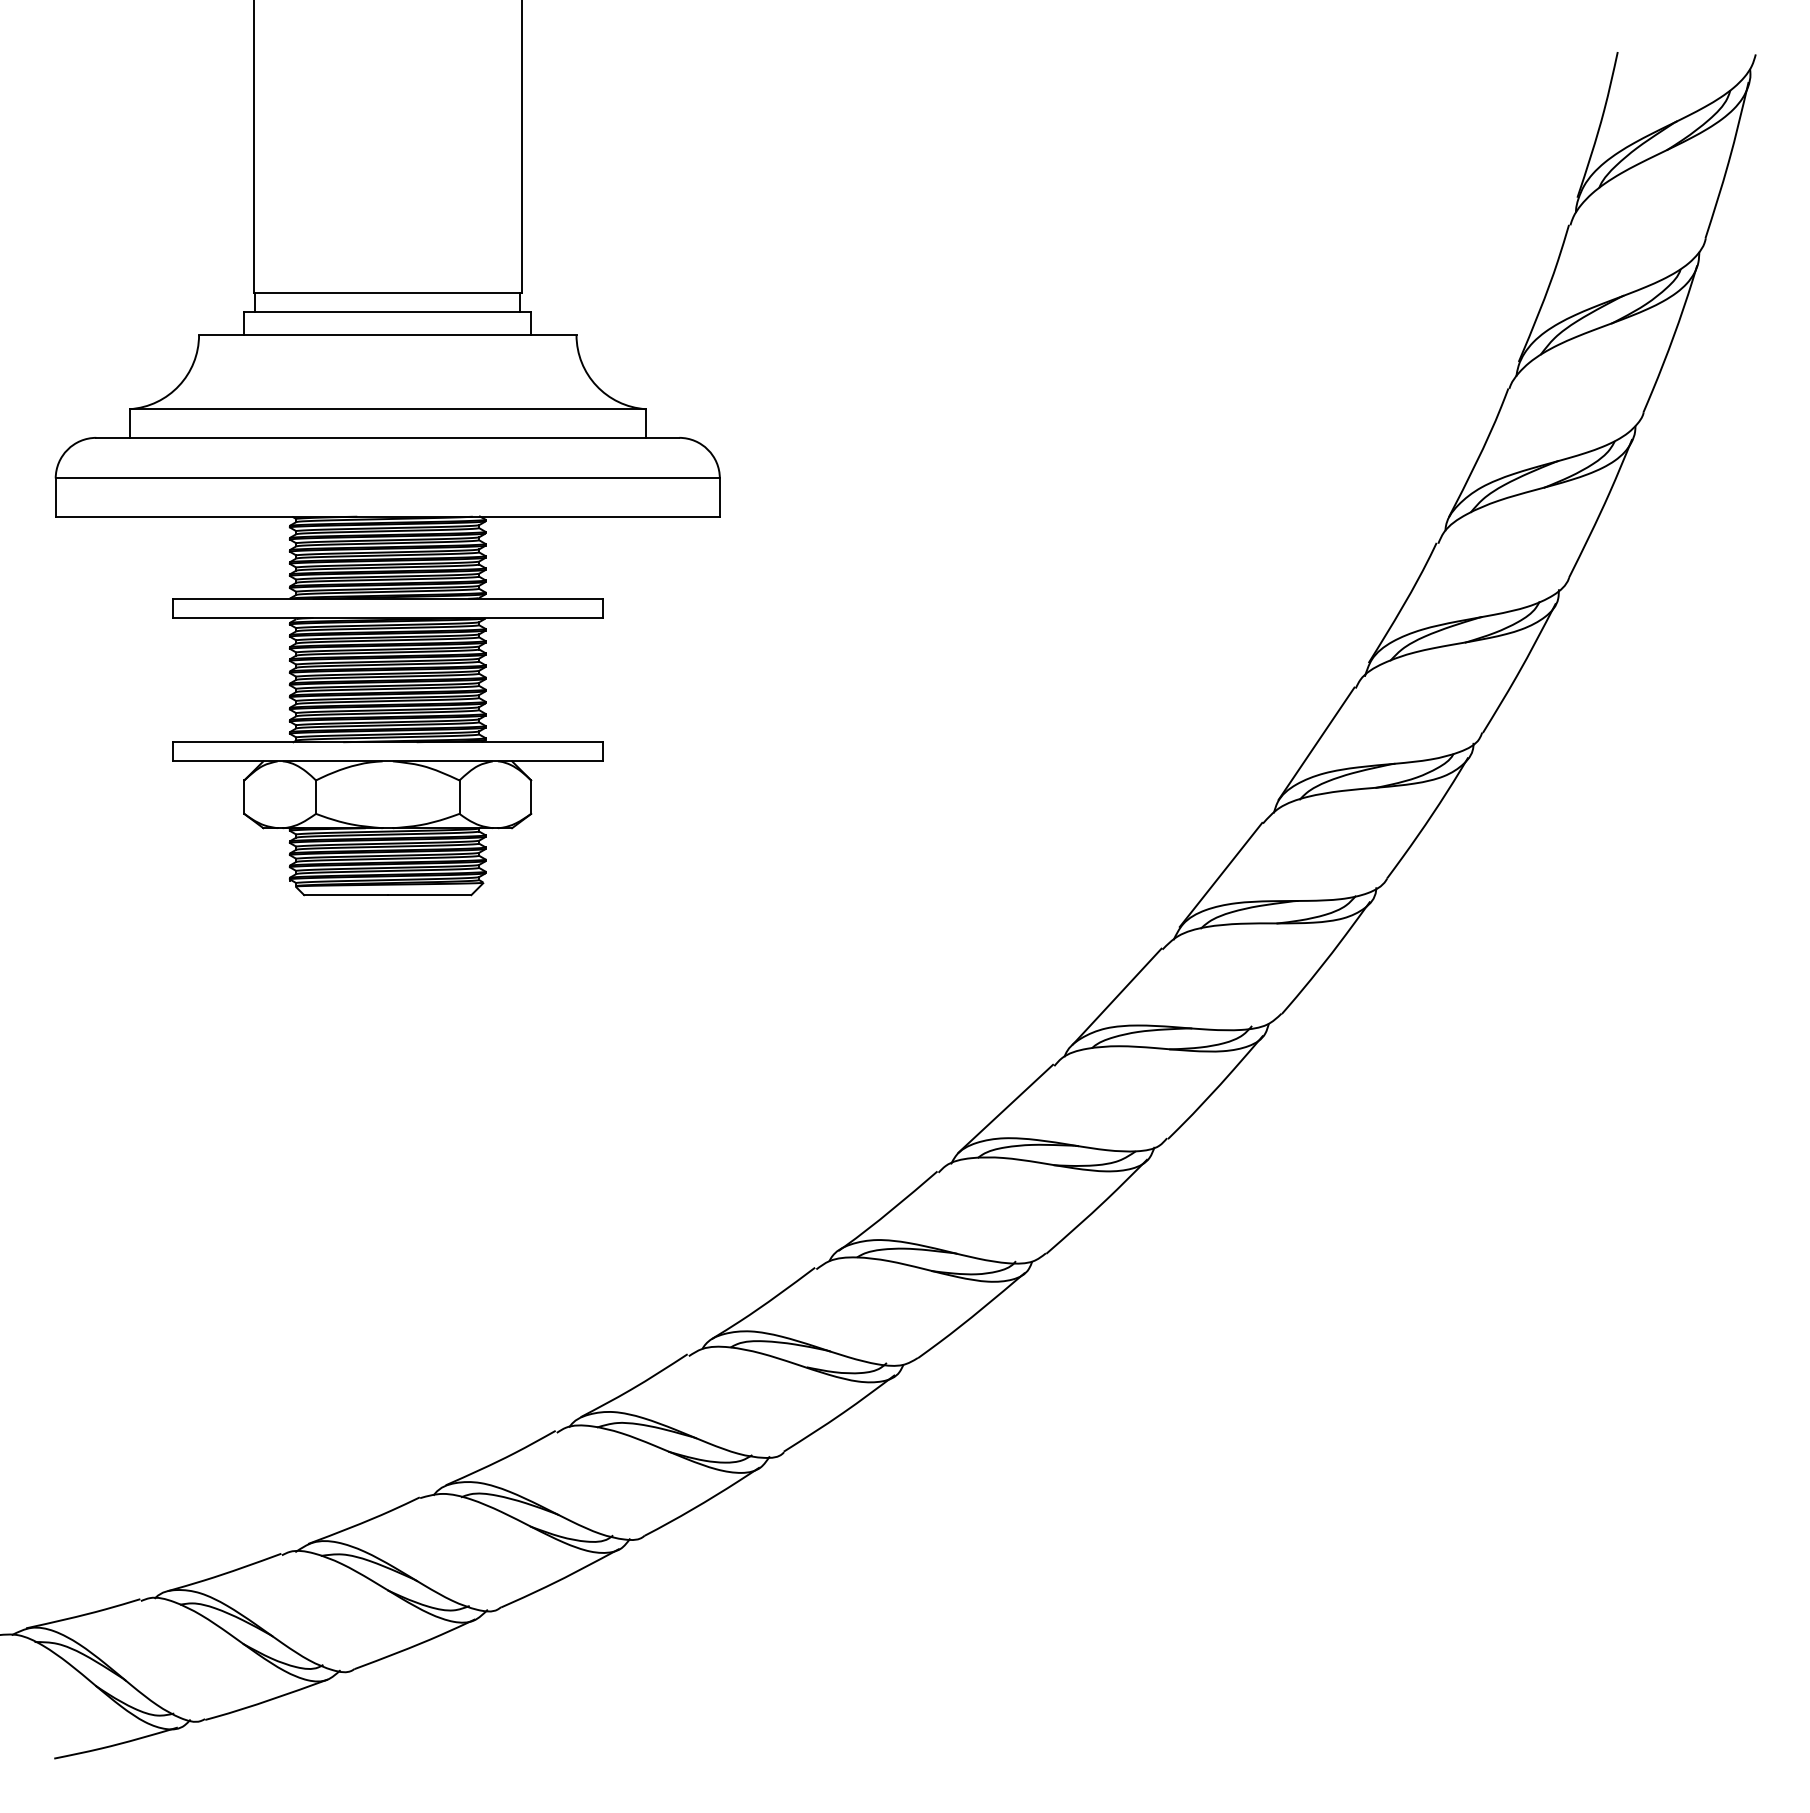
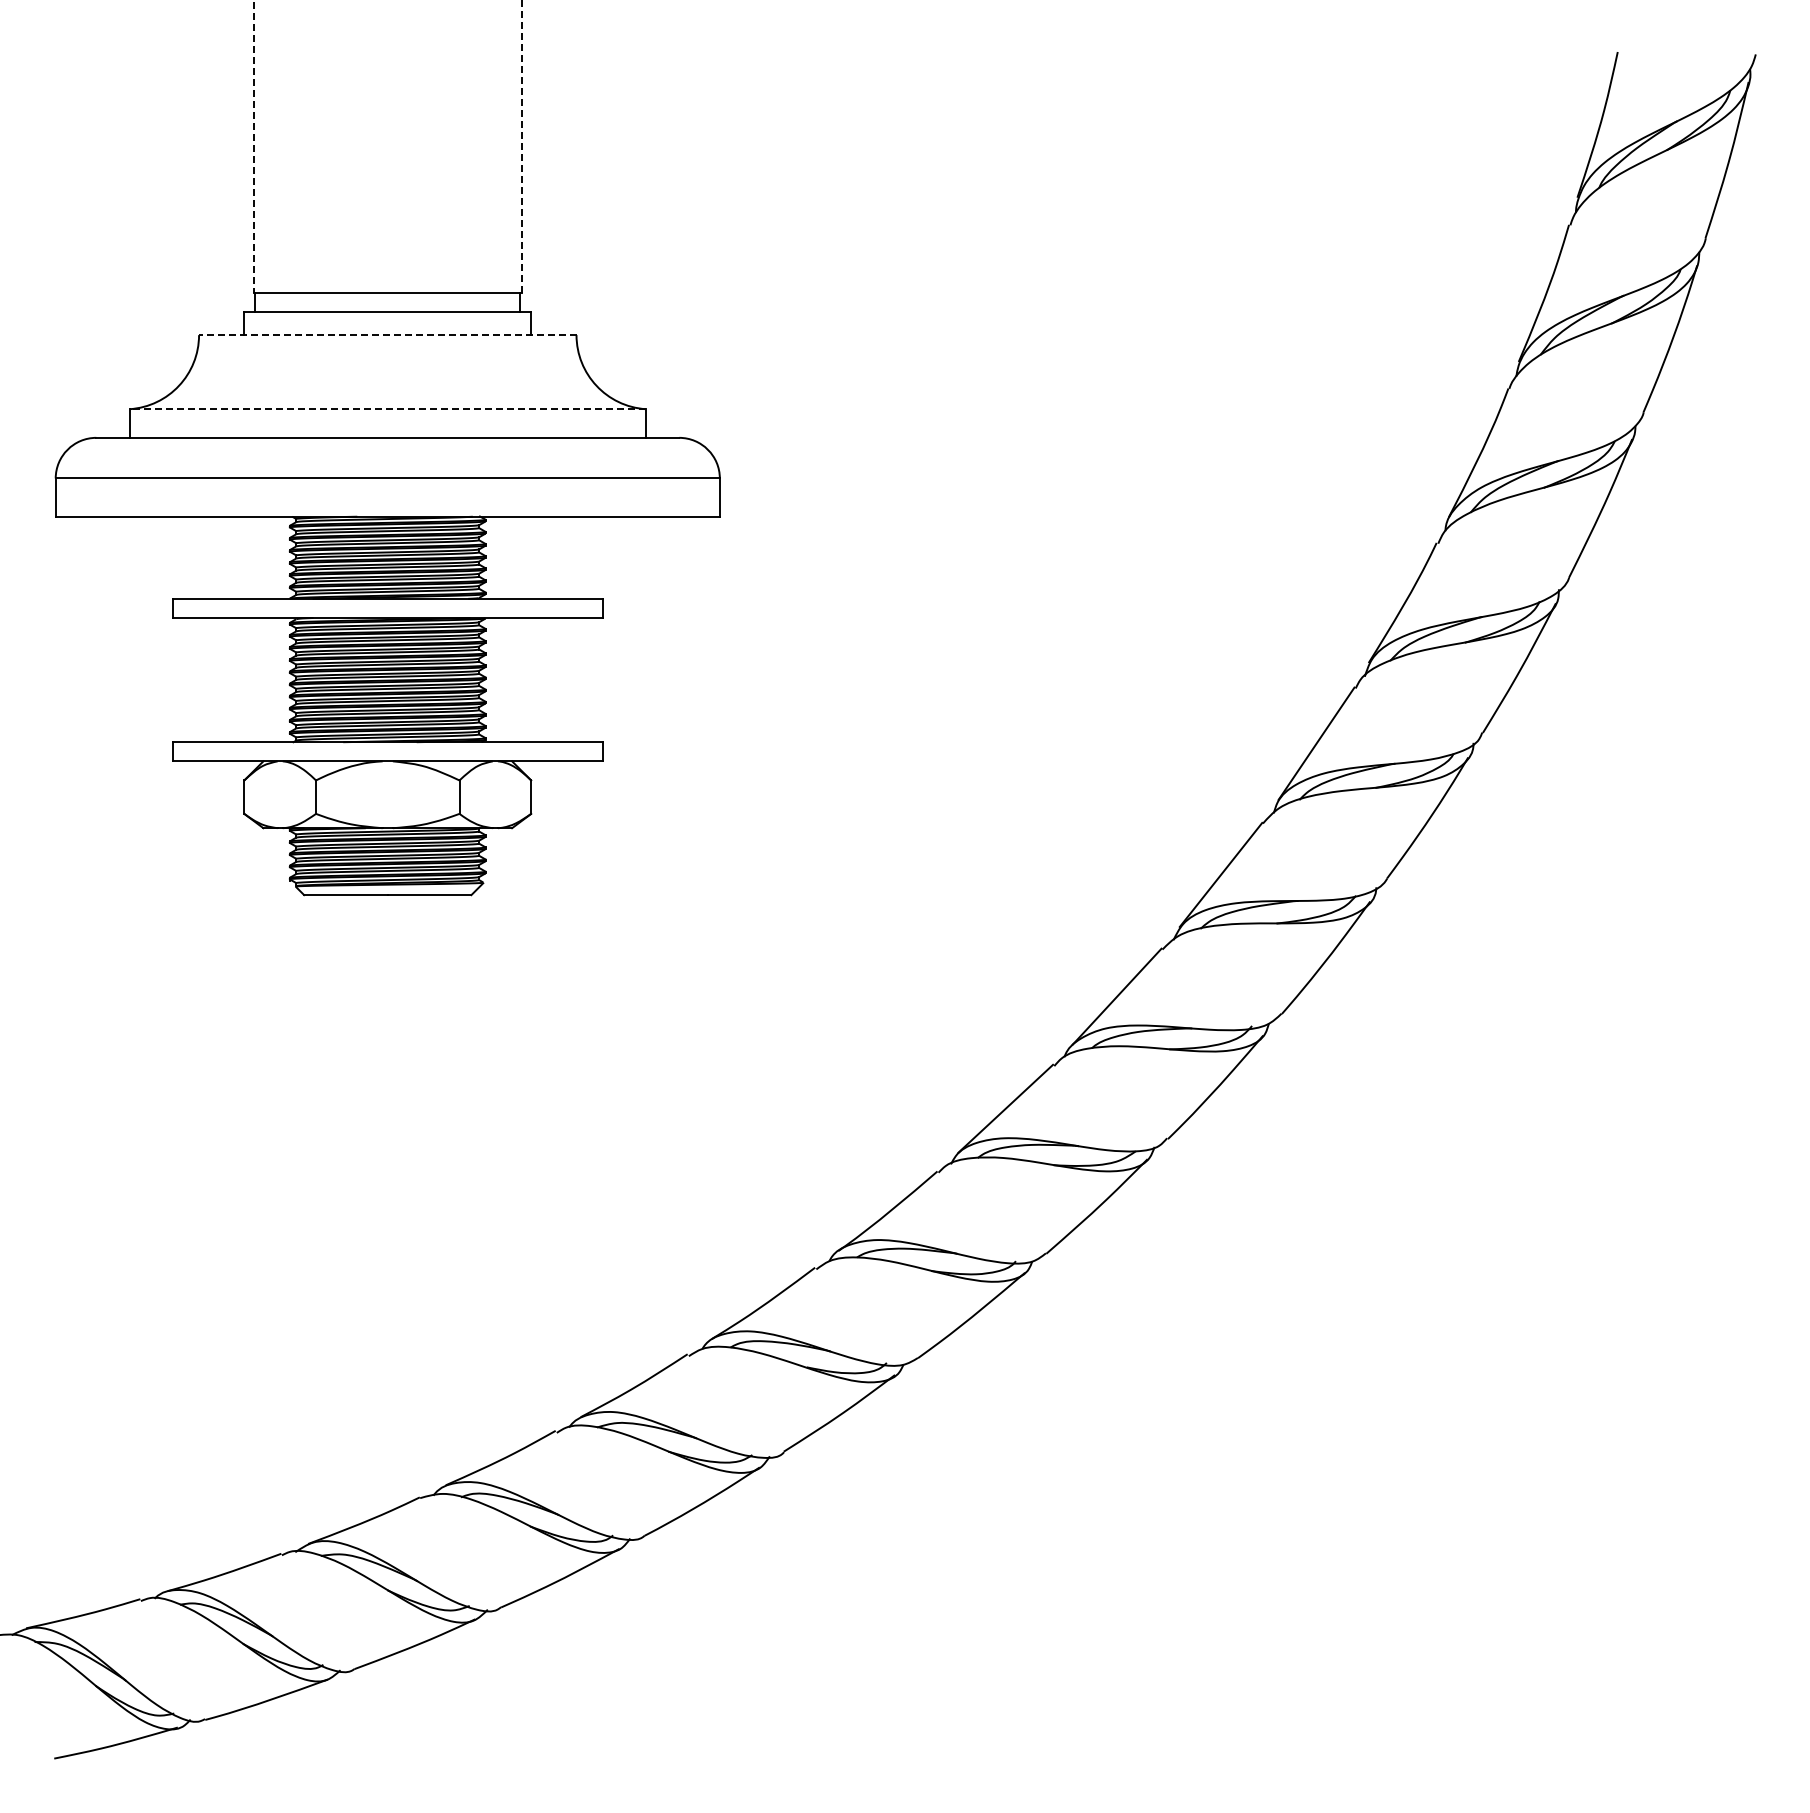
line at (521, 146): solid -> dashed
line at (254, 147): solid -> dashed
line at (387, 335): solid -> dashed
line at (387, 409): solid -> dashed
